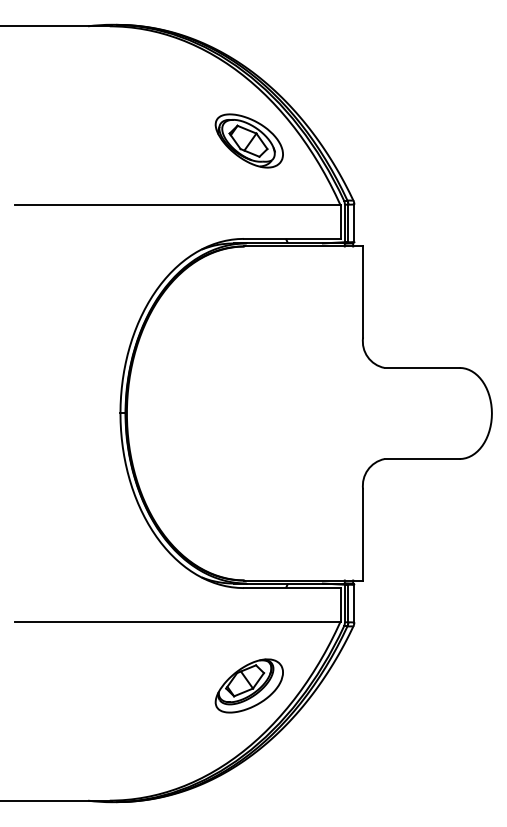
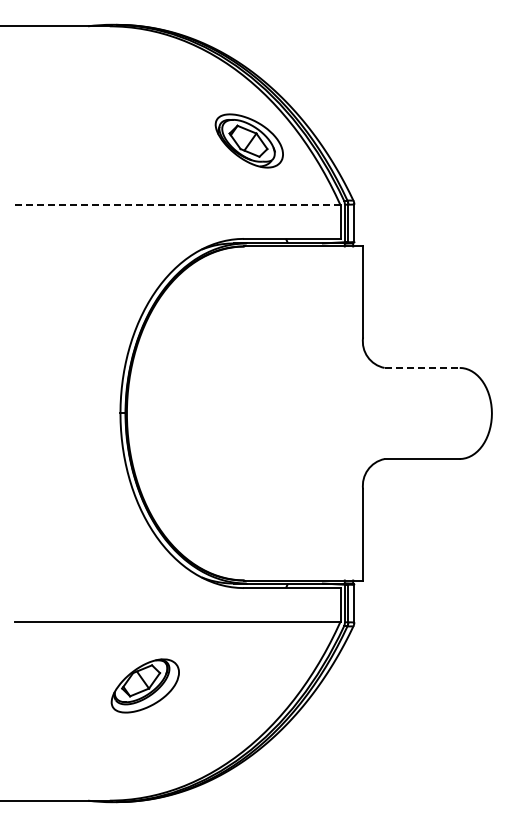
line at (177, 205): solid -> dashed
line at (422, 367): solid -> dashed
part at (248, 685) position: (248, 685) -> (144, 685)
